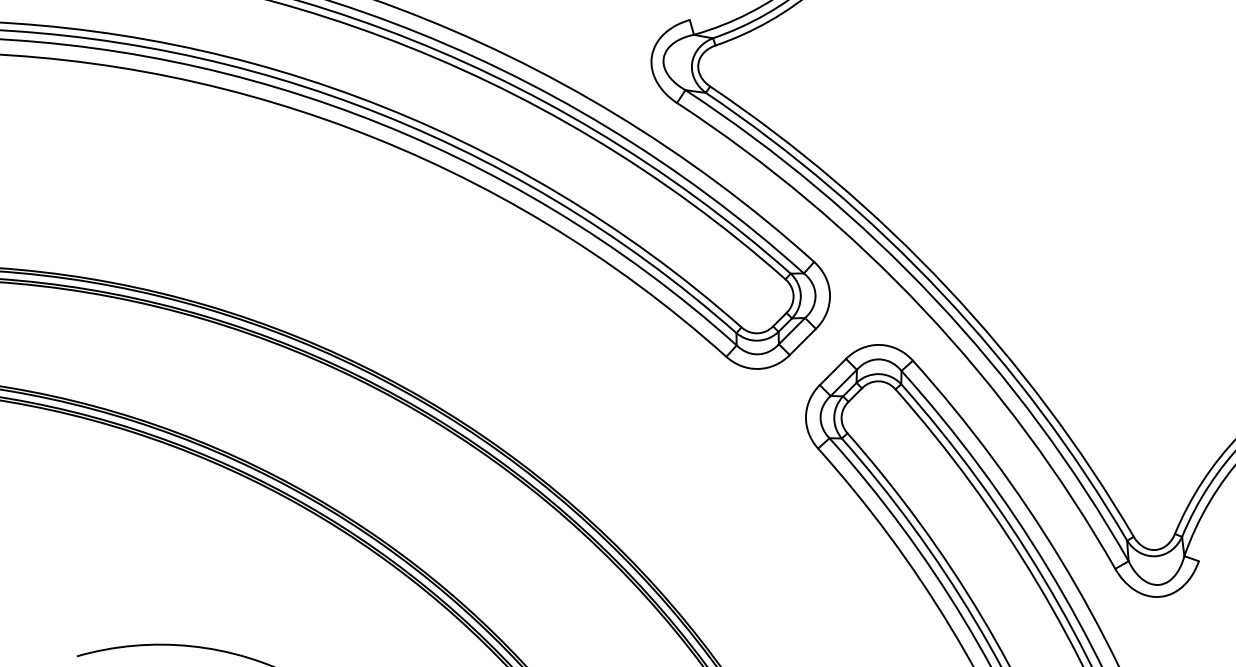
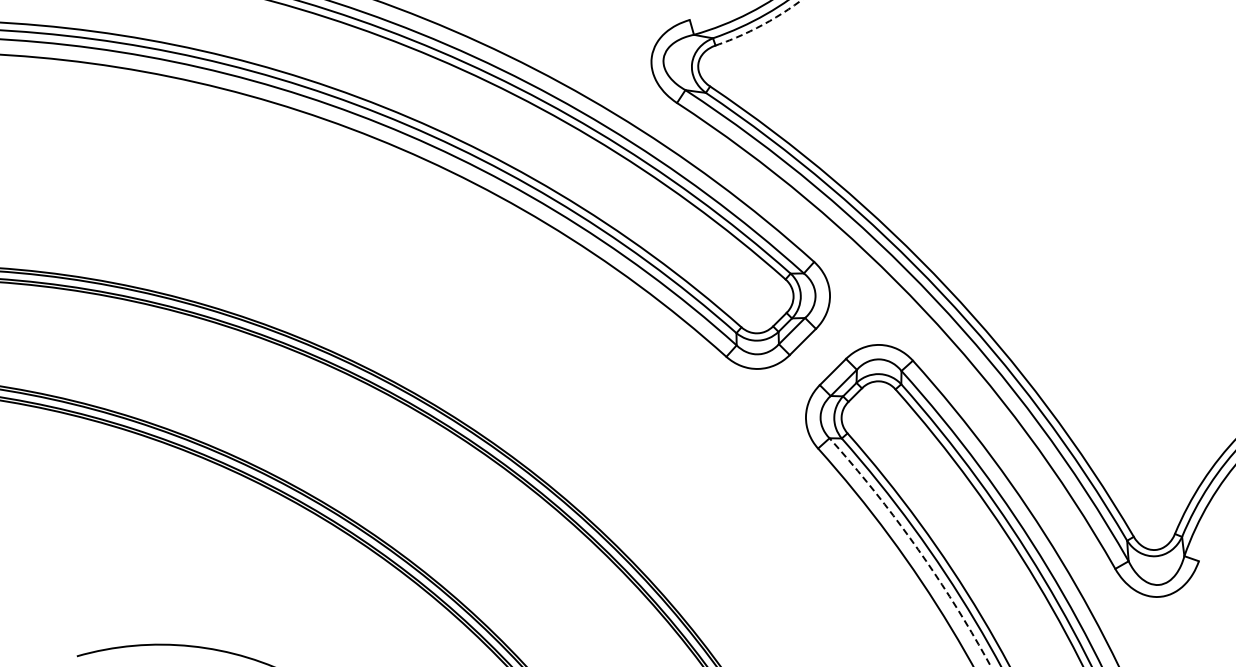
arc at (760, 26): solid -> dashed
arc at (917, 548): solid -> dashed
